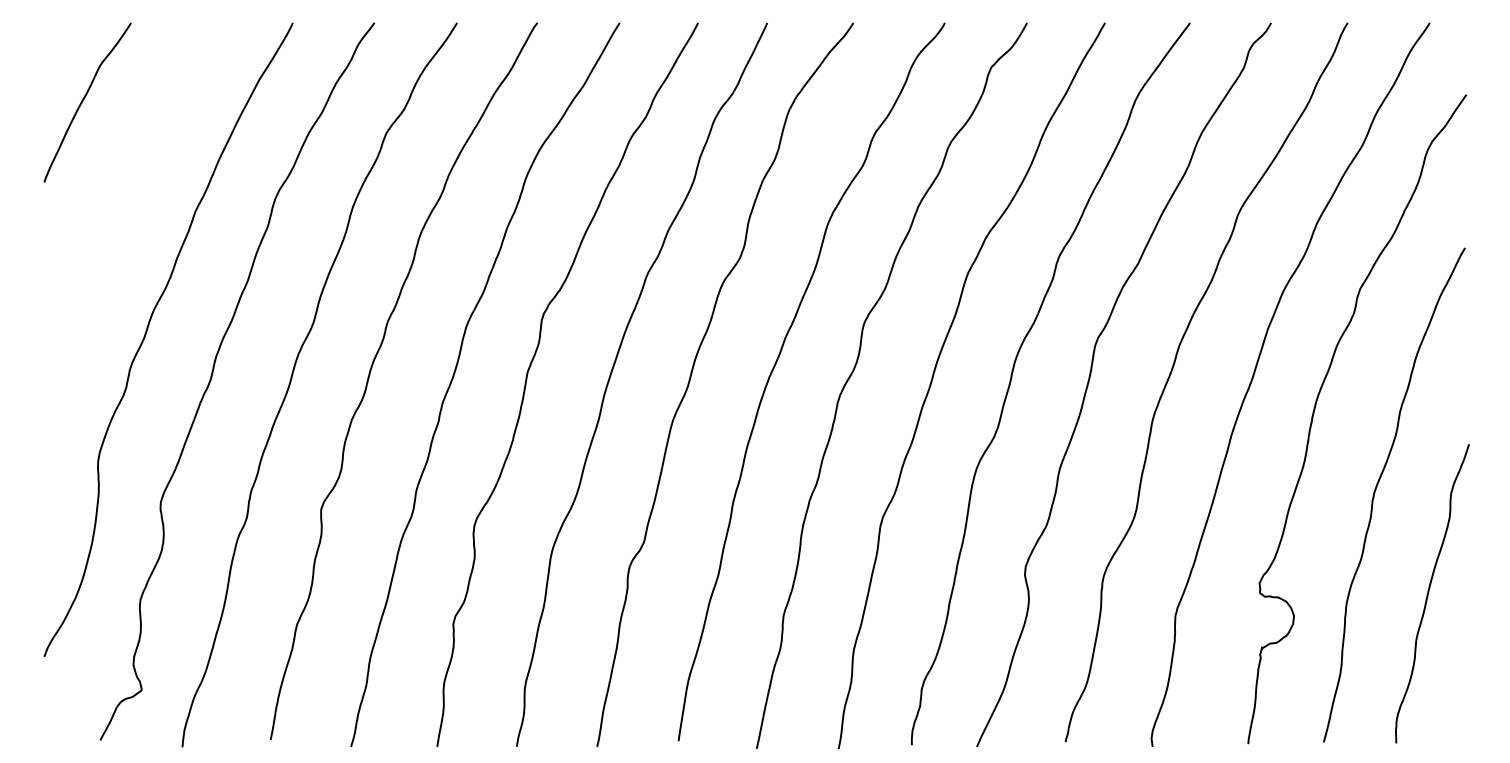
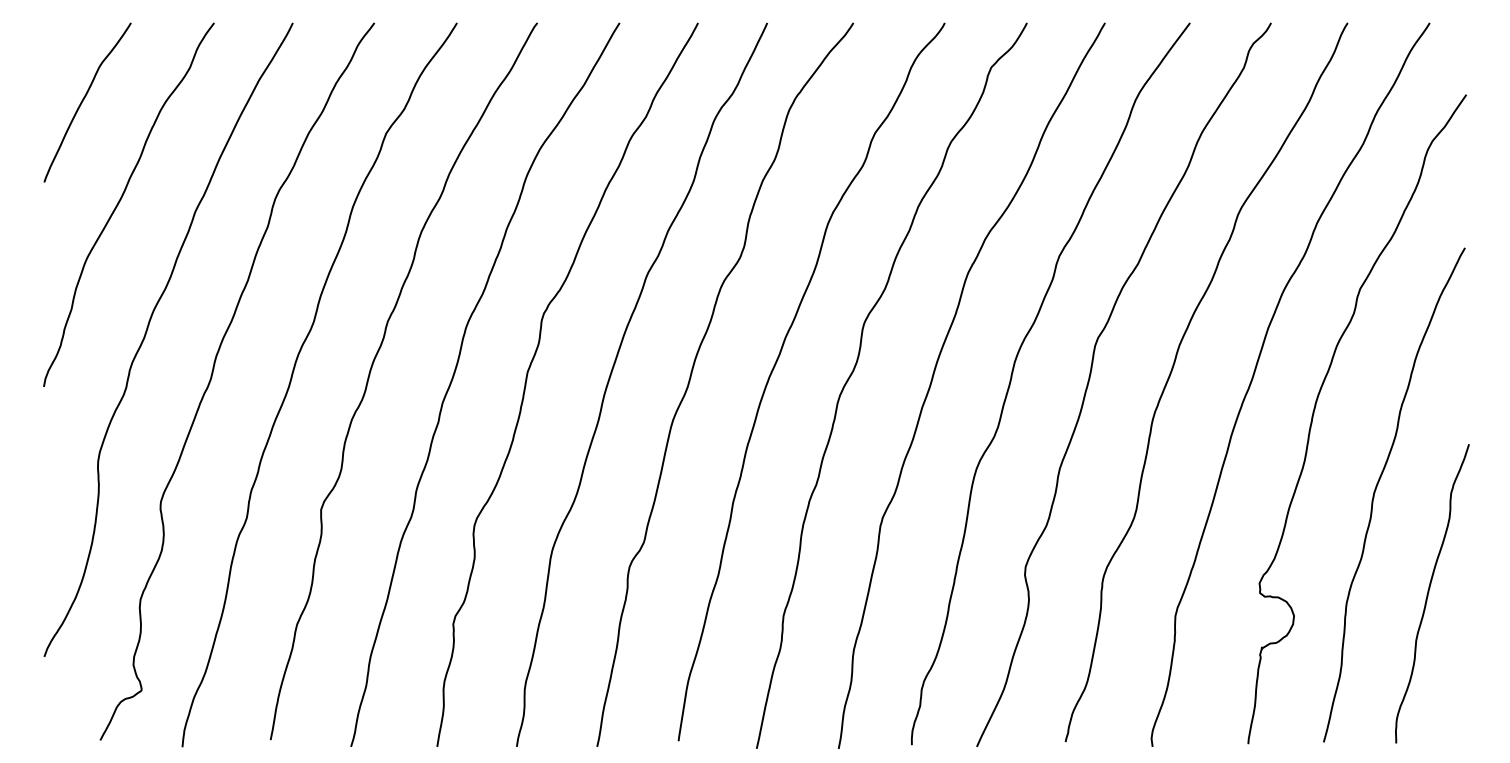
curve at (120, 201): none -> present
